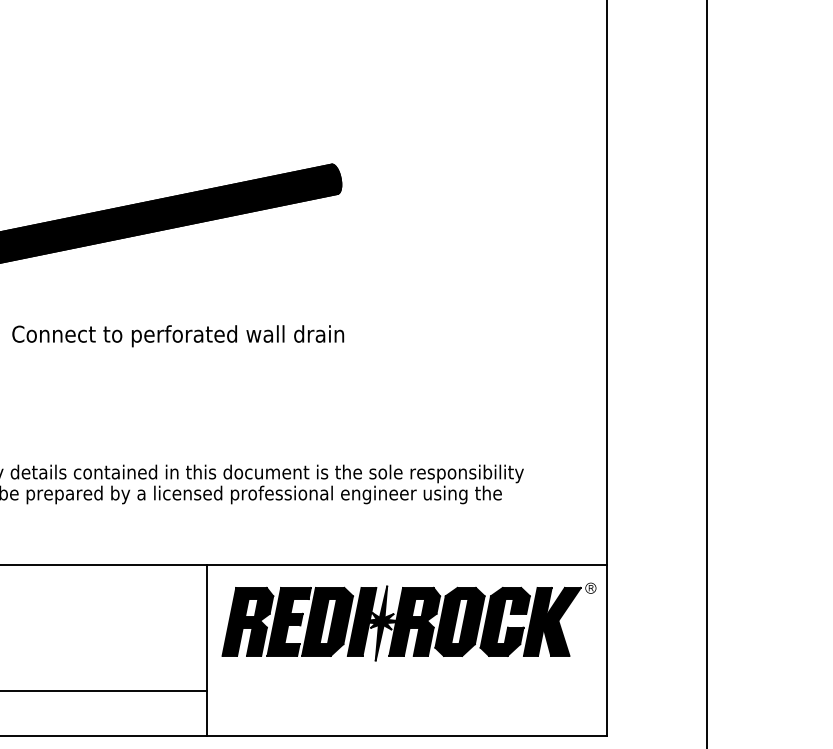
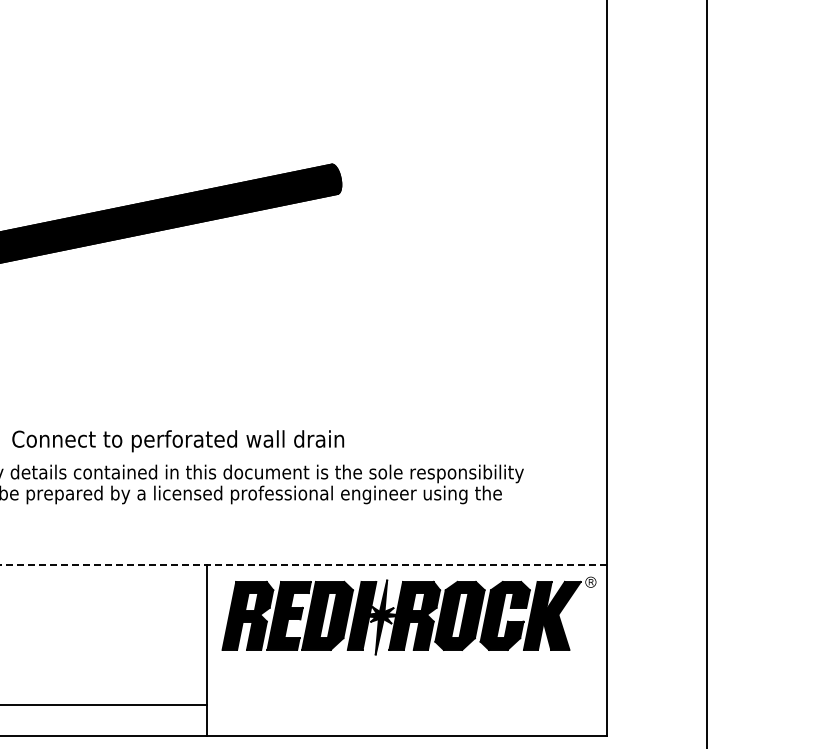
text at (178, 336) position: (178, 336) -> (178, 441)
line at (303, 565): solid -> dashed
part at (408, 621) position: (408, 621) -> (408, 615)
line at (104, 690) position: (104, 690) -> (104, 704)
